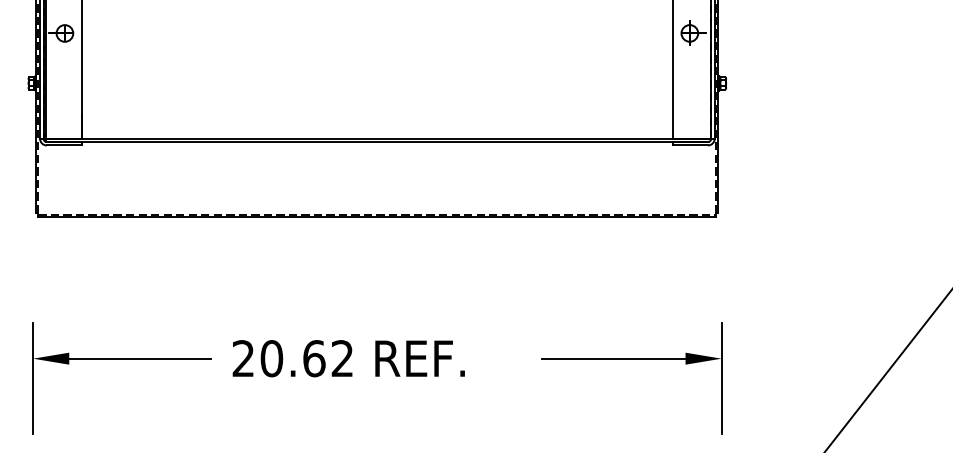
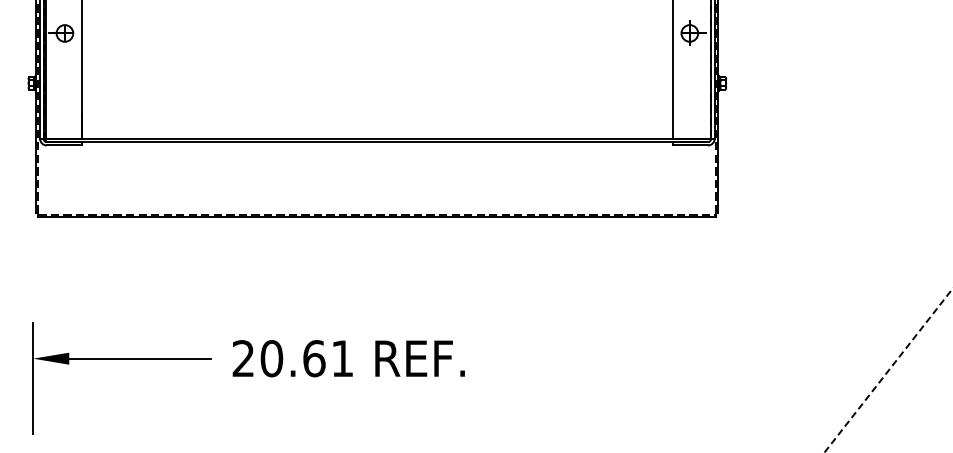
text at (341, 358): 20.62 -> 20.61
part at (631, 359): present -> none
line at (888, 370): solid -> dashed
